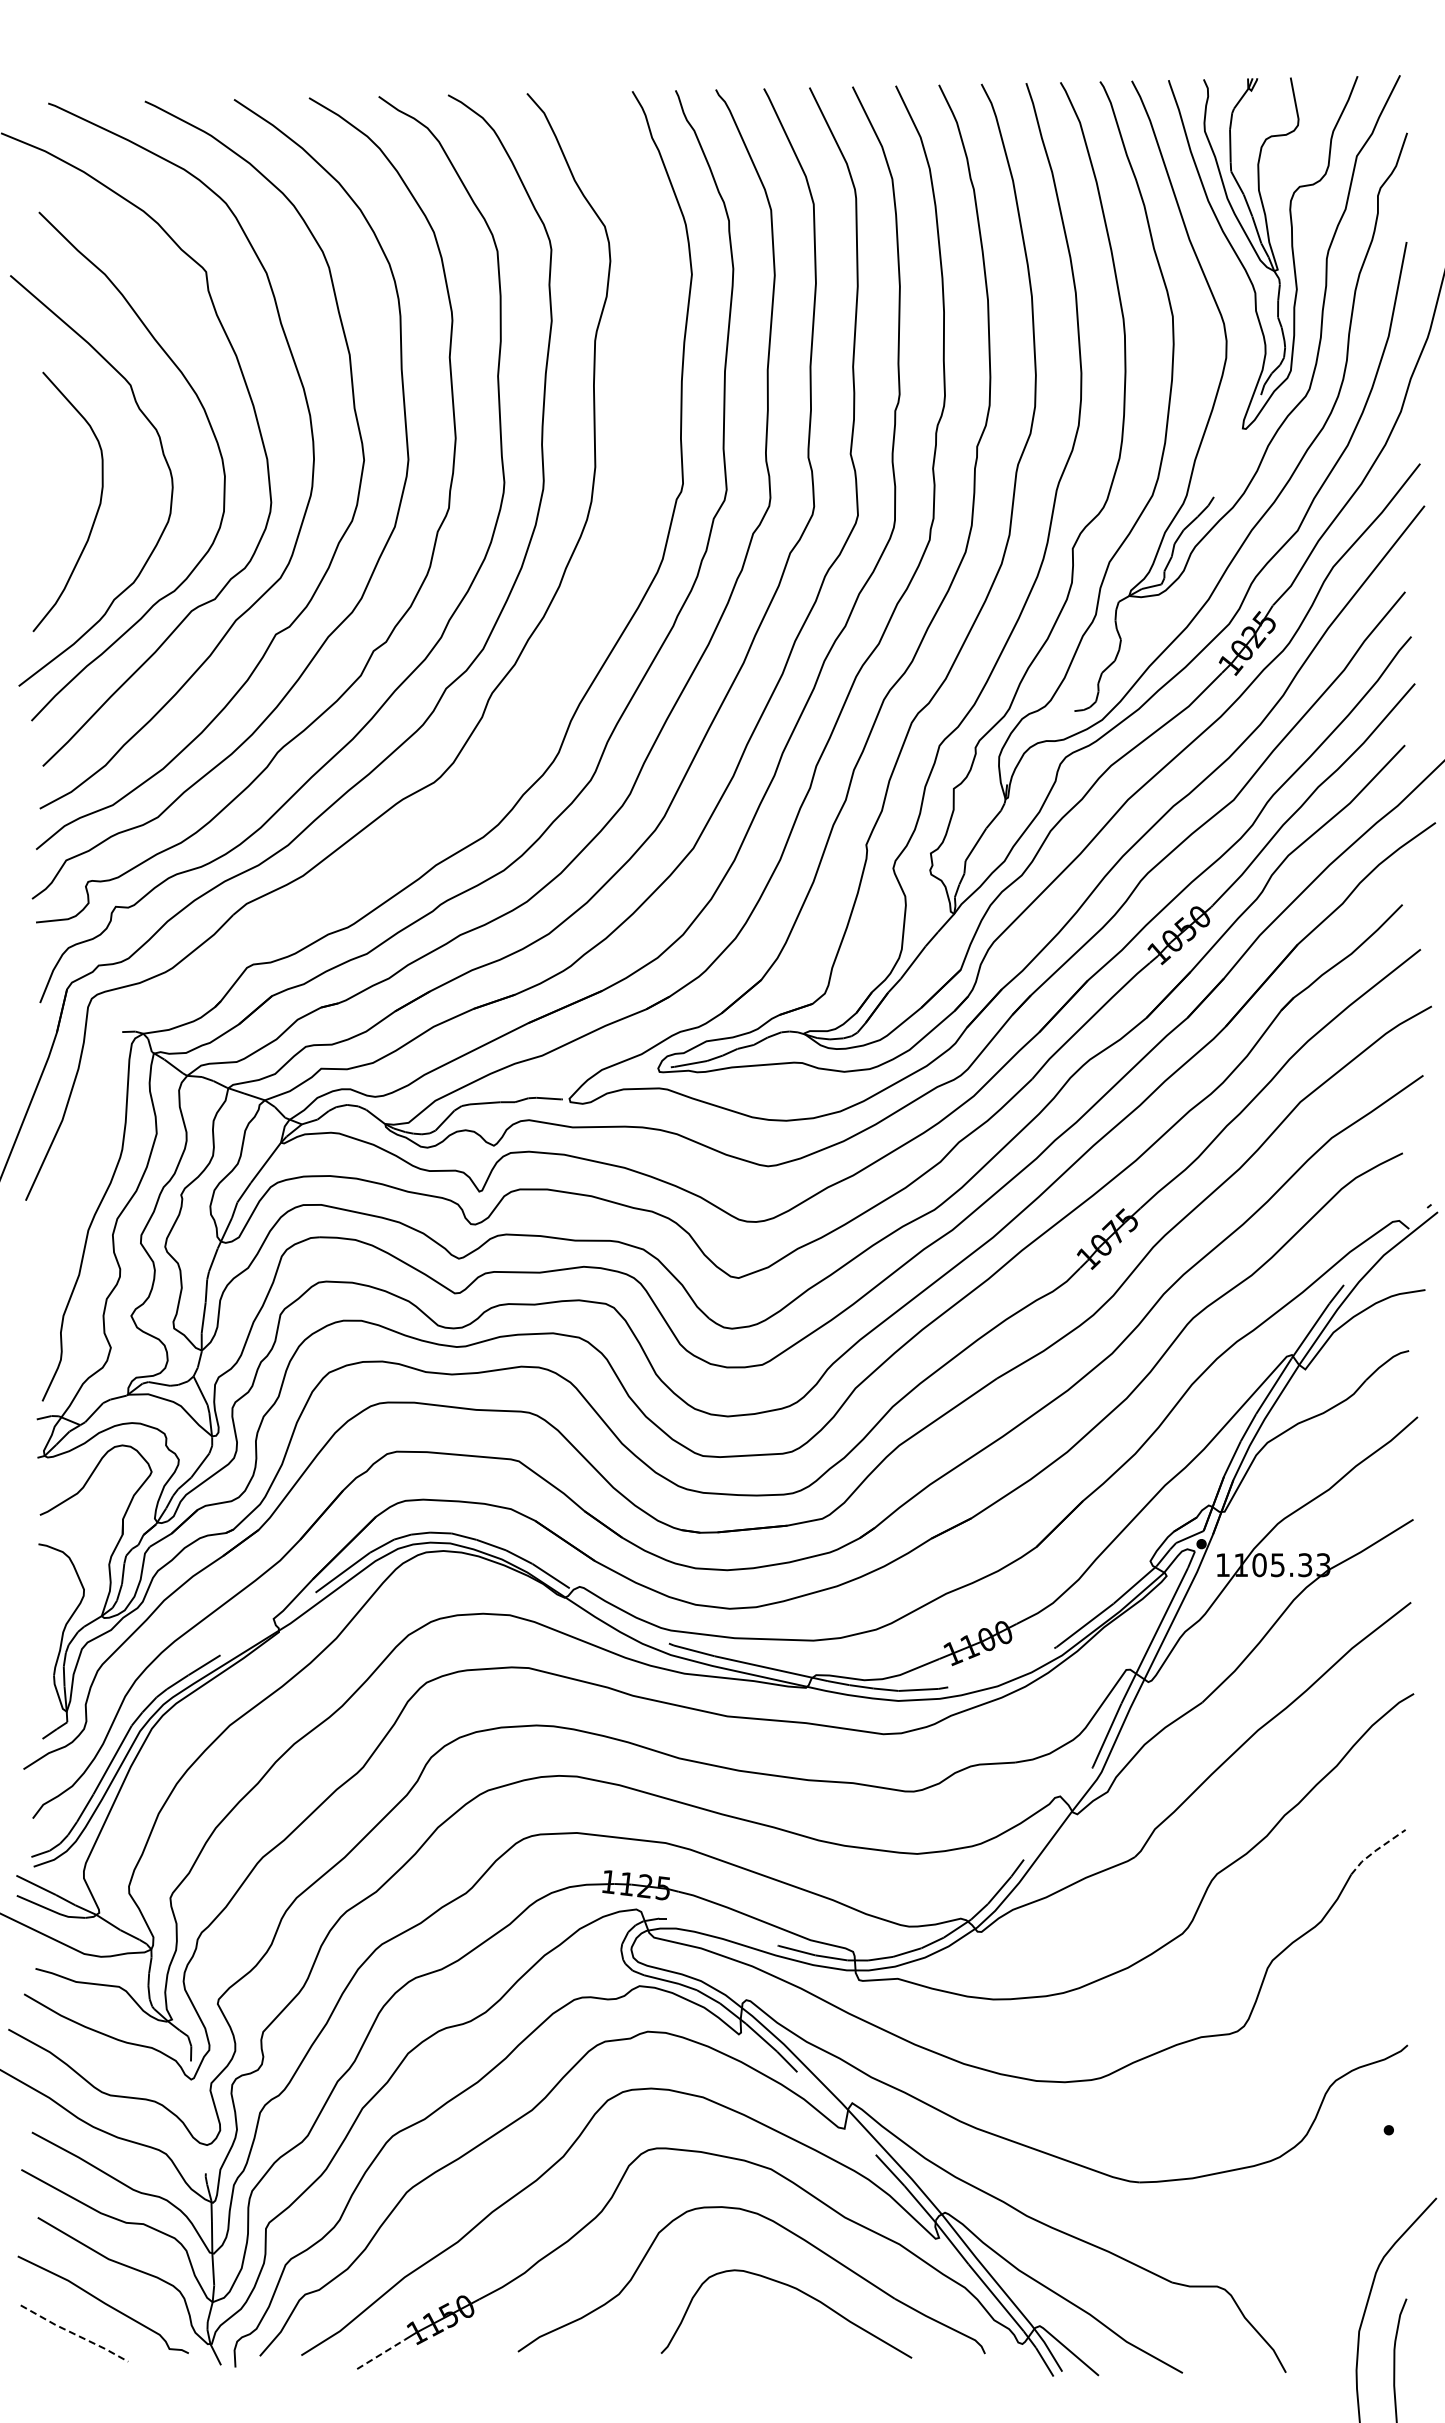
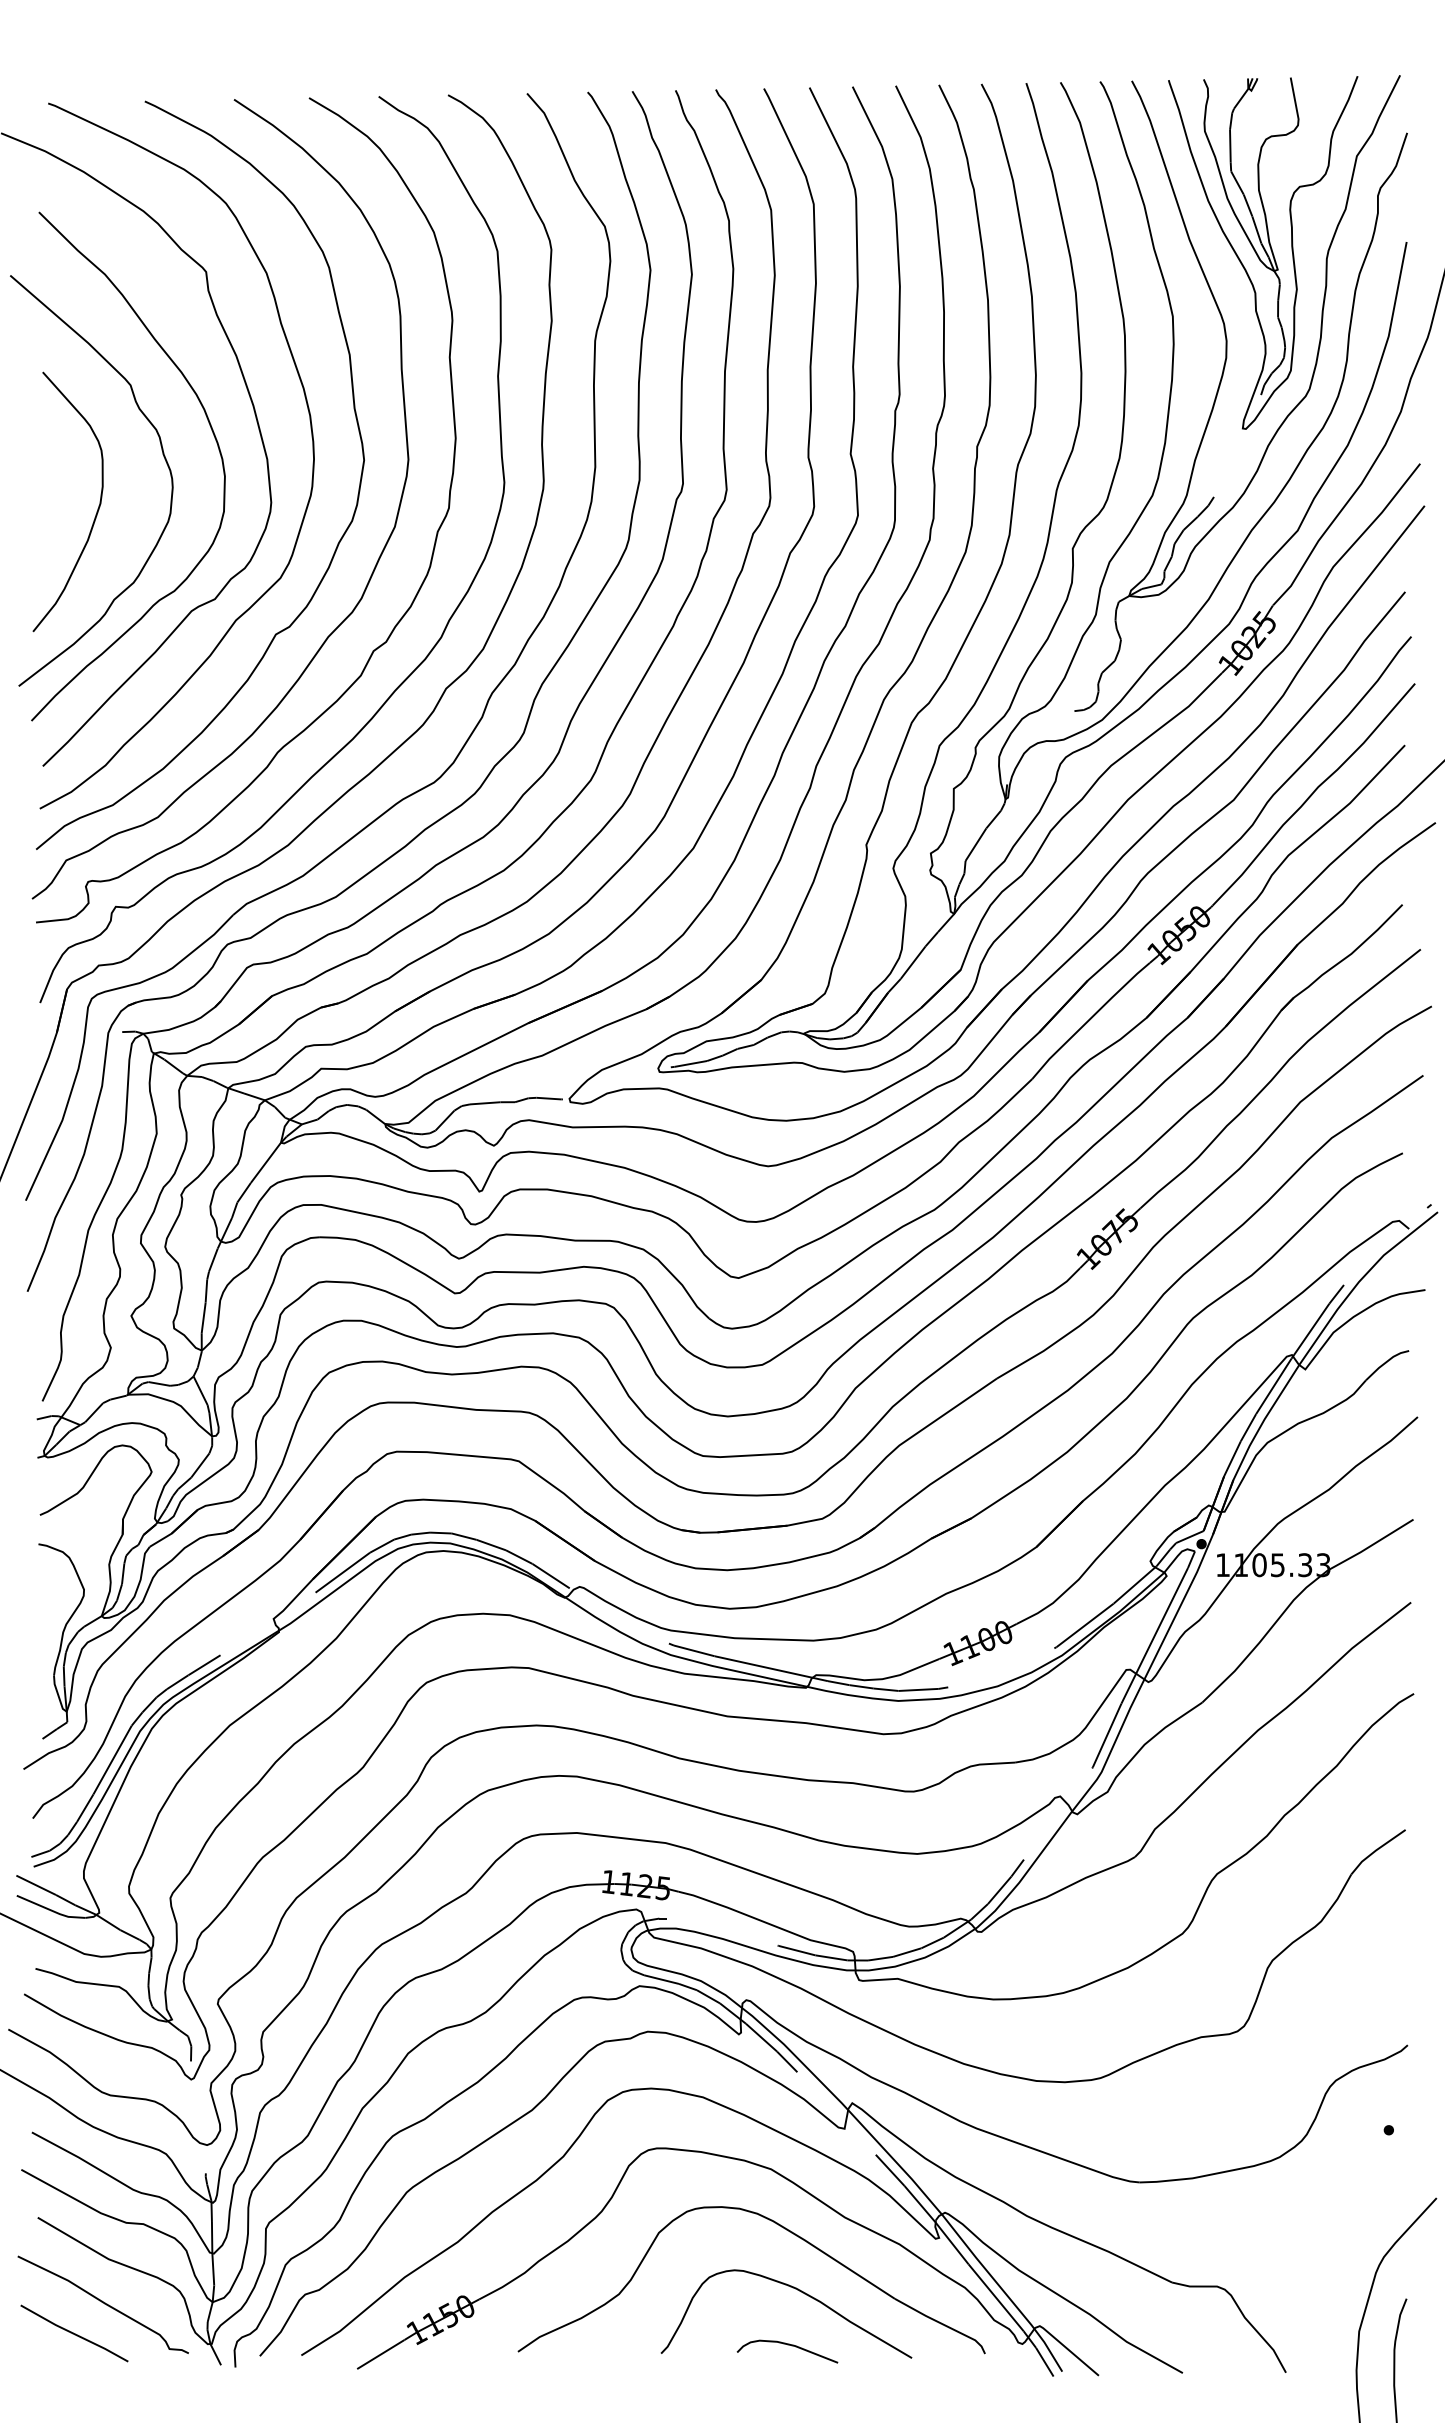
part at (427, 826): none -> present
line at (1376, 1850): dashed -> solid
line at (74, 2334): dashed -> solid
curve at (787, 2345): none -> present
line at (380, 2354): dashed -> solid
